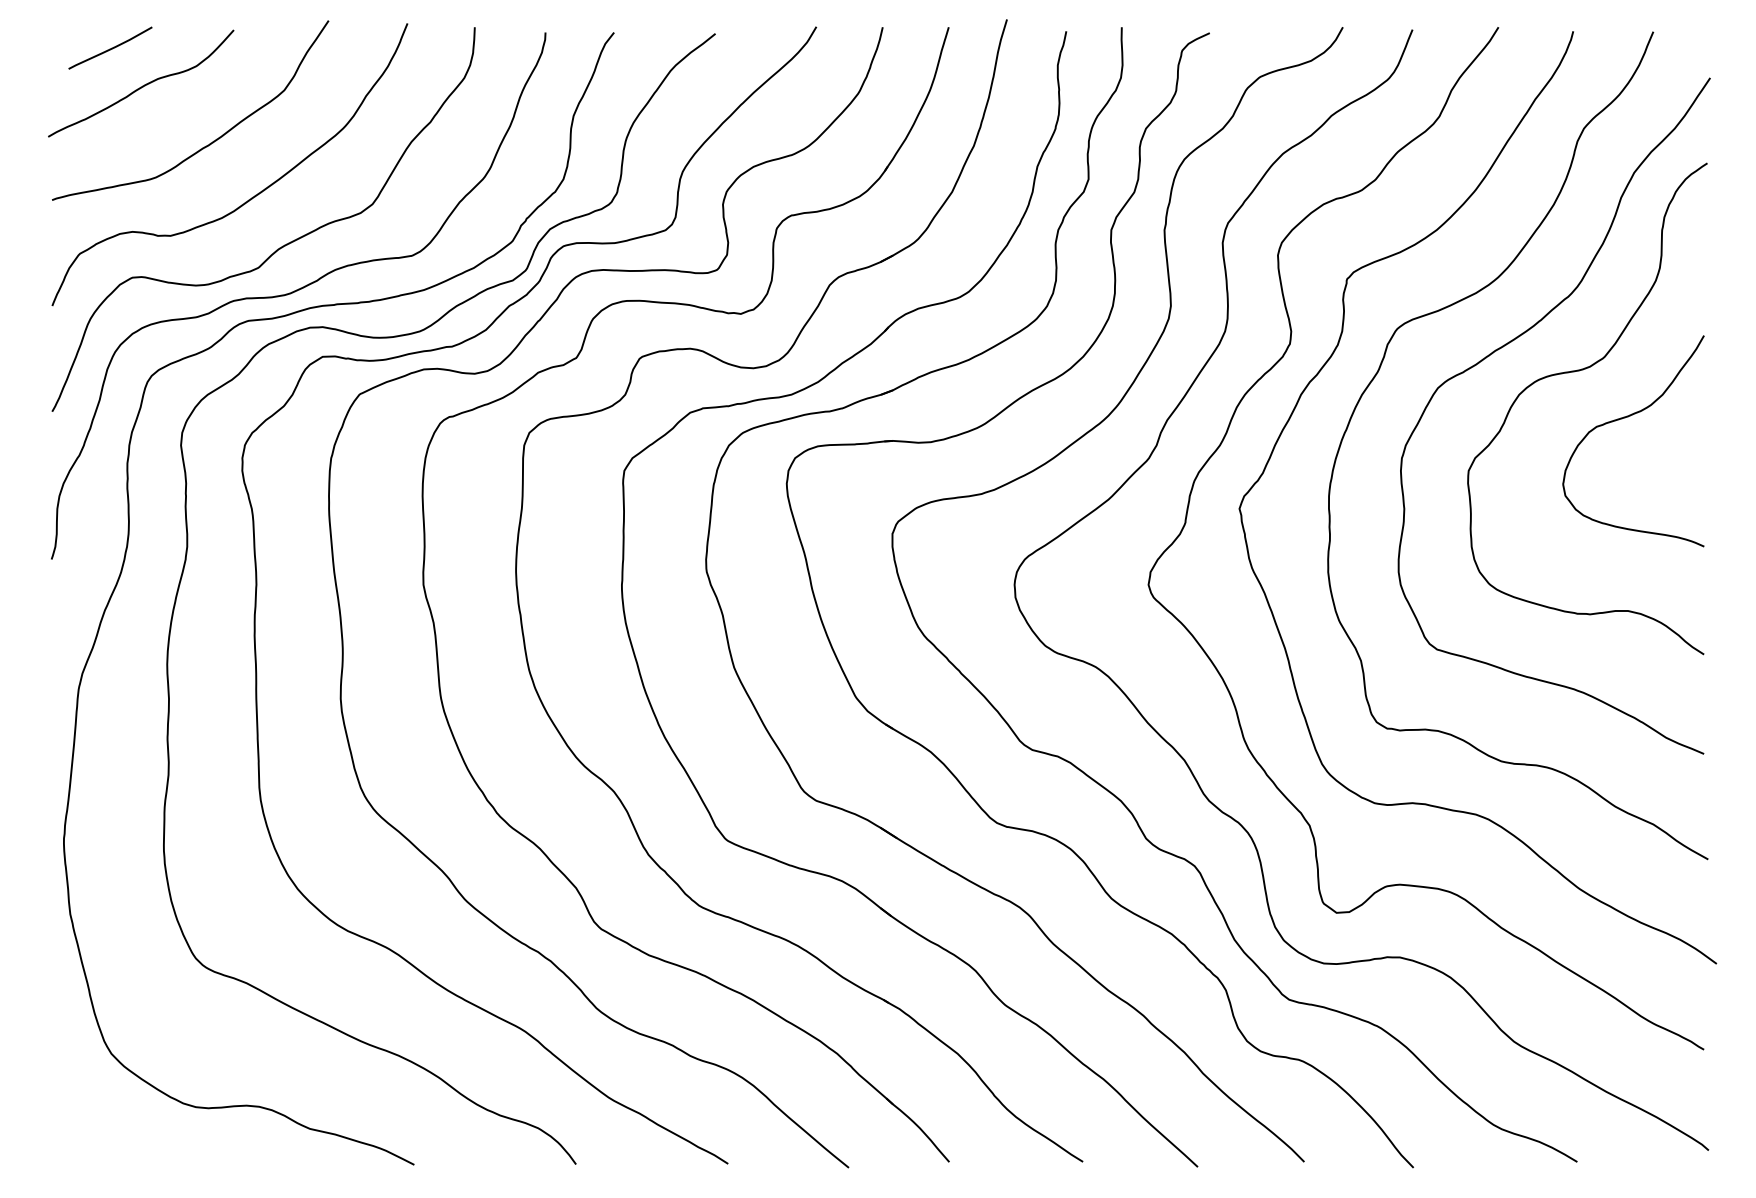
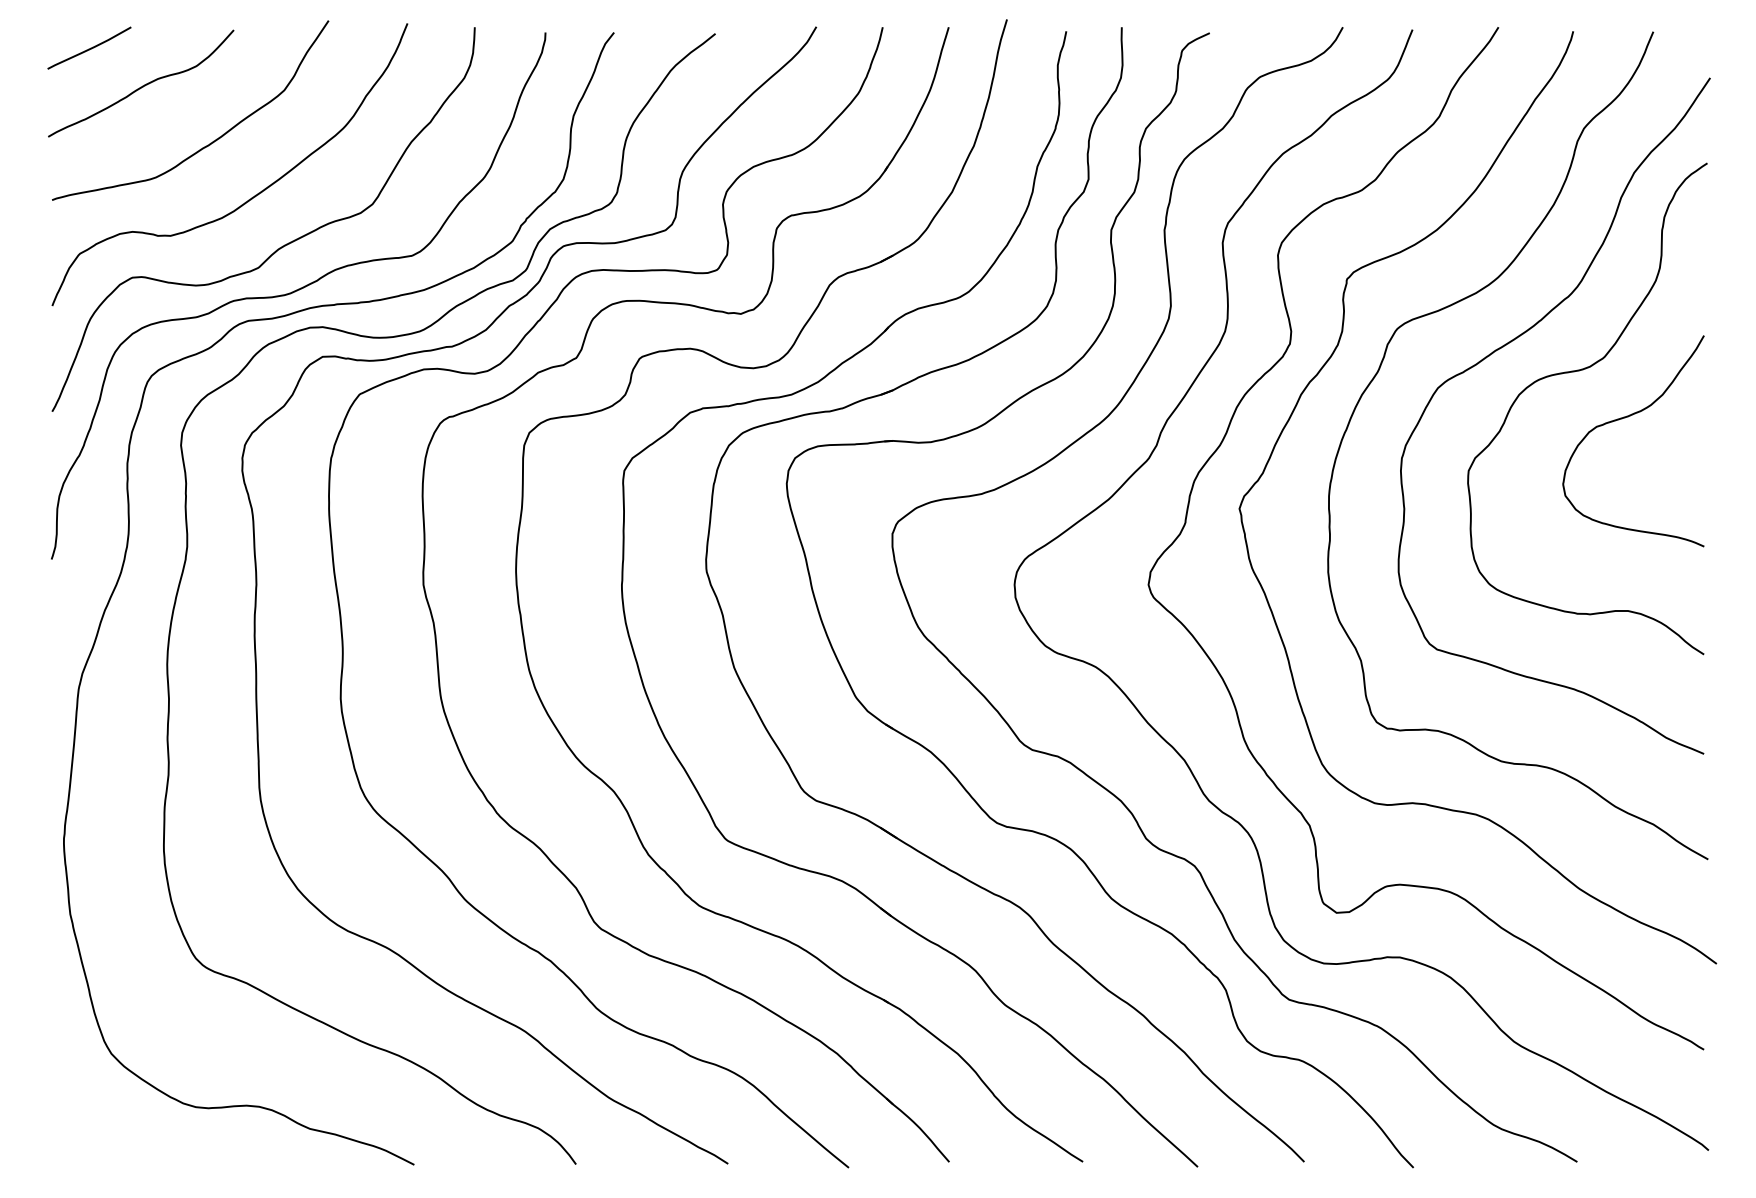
curve at (111, 47) position: (111, 47) -> (90, 47)
